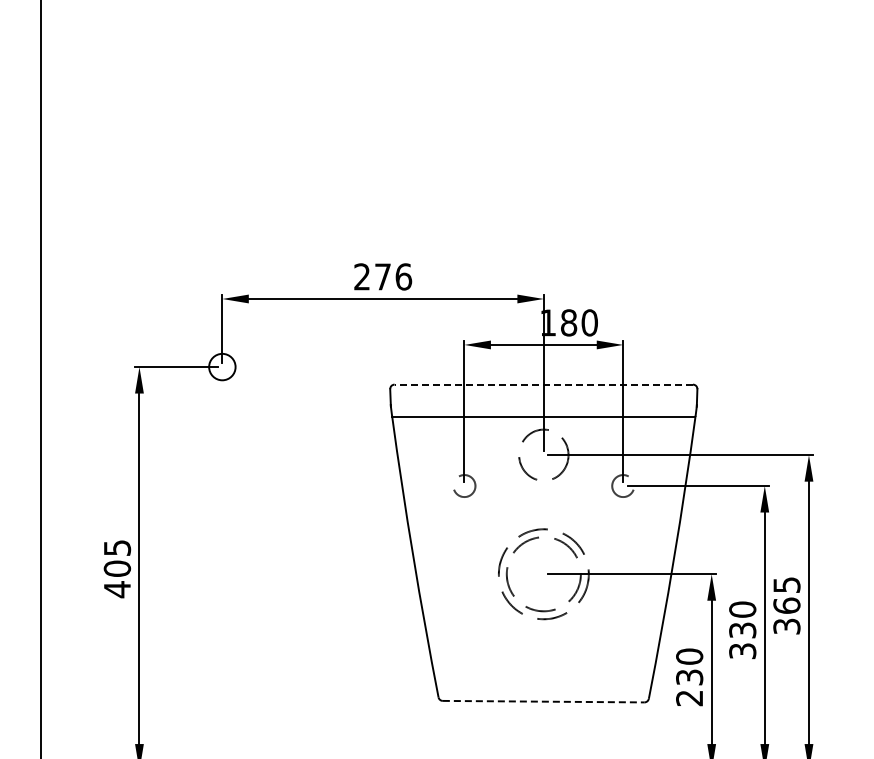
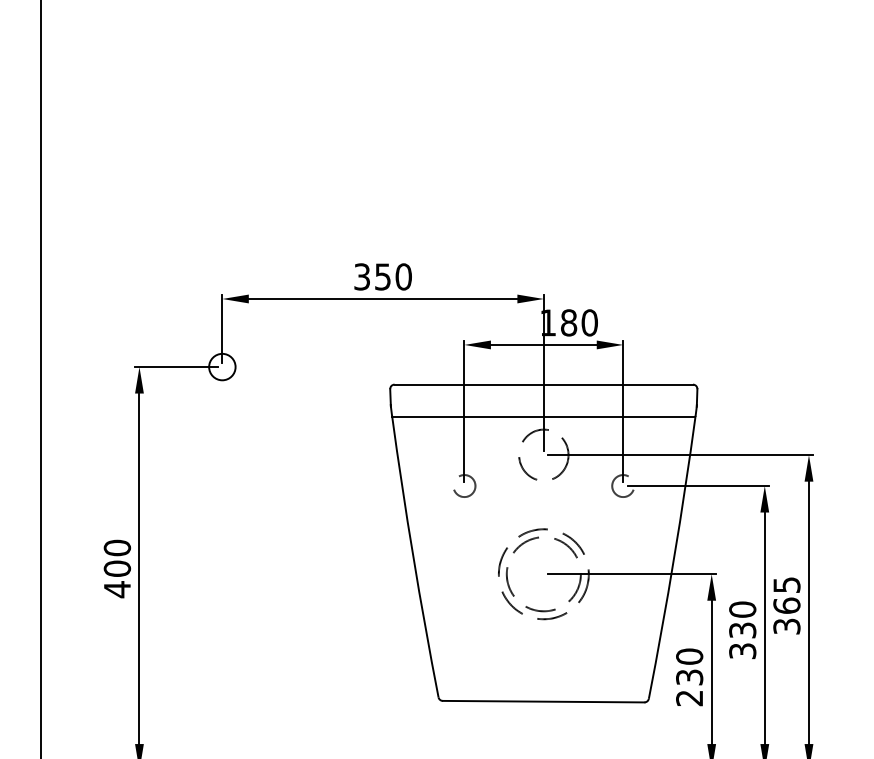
text at (383, 276): 276 -> 350
line at (543, 384): dashed -> solid
text at (117, 547): 405 -> 400
line at (543, 701): dashed -> solid
